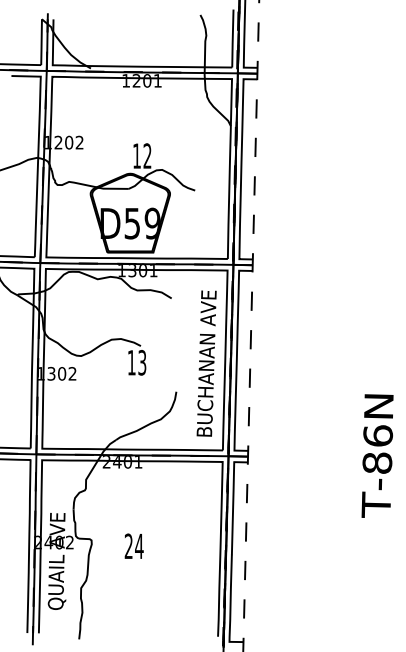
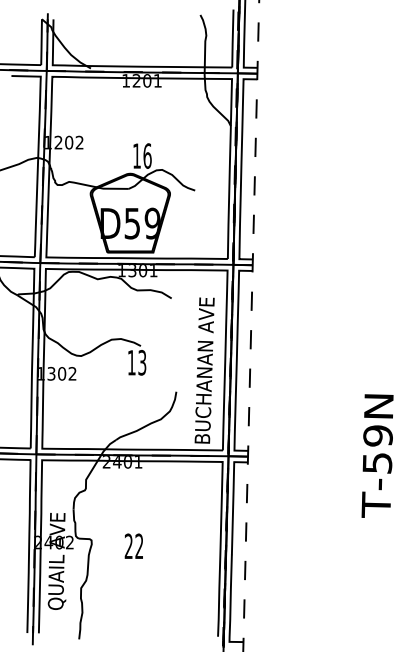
text at (147, 155): 12 -> 16
text at (206, 363) position: (206, 363) -> (204, 370)
text at (377, 449): T-86N -> T-59N
text at (139, 545): 24 -> 22
